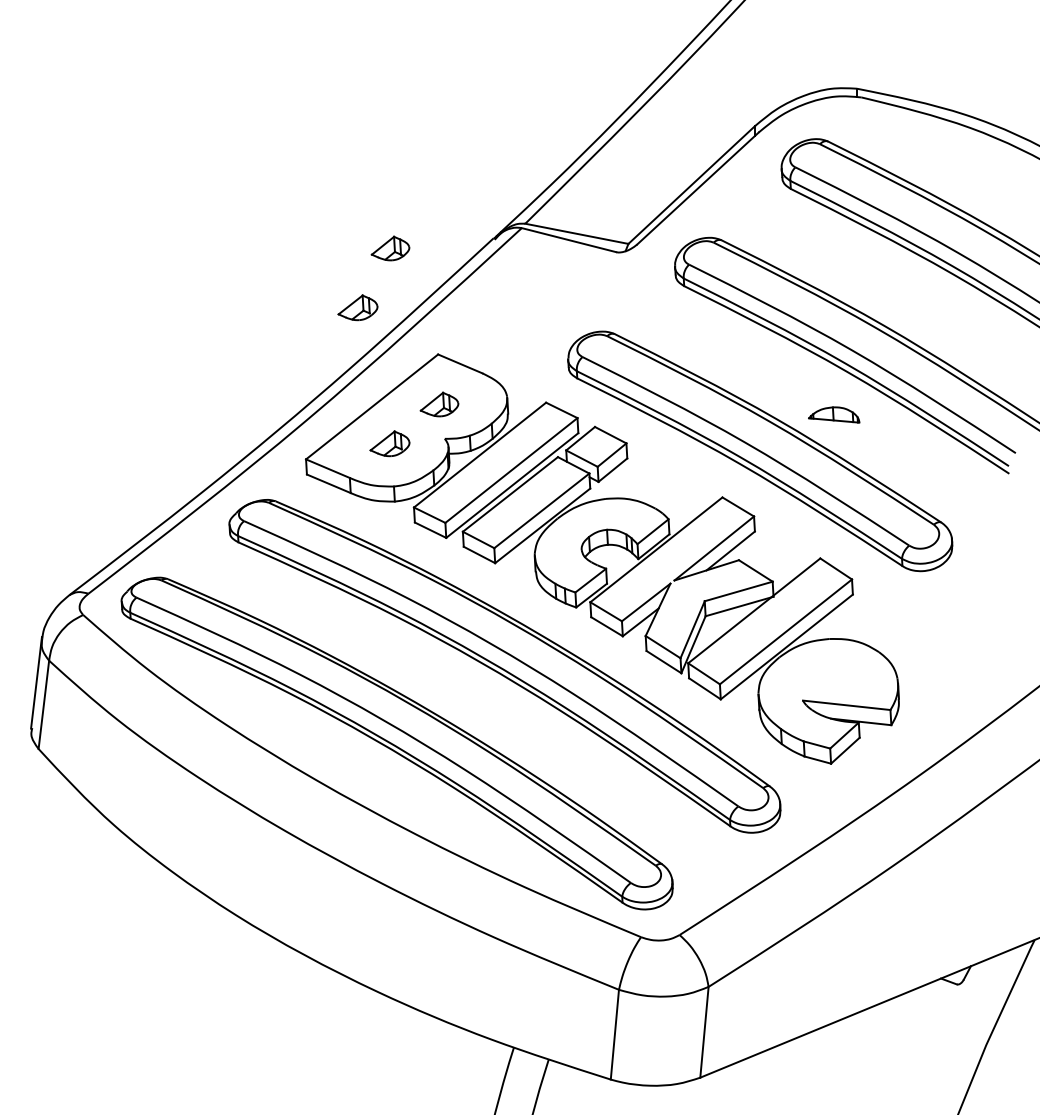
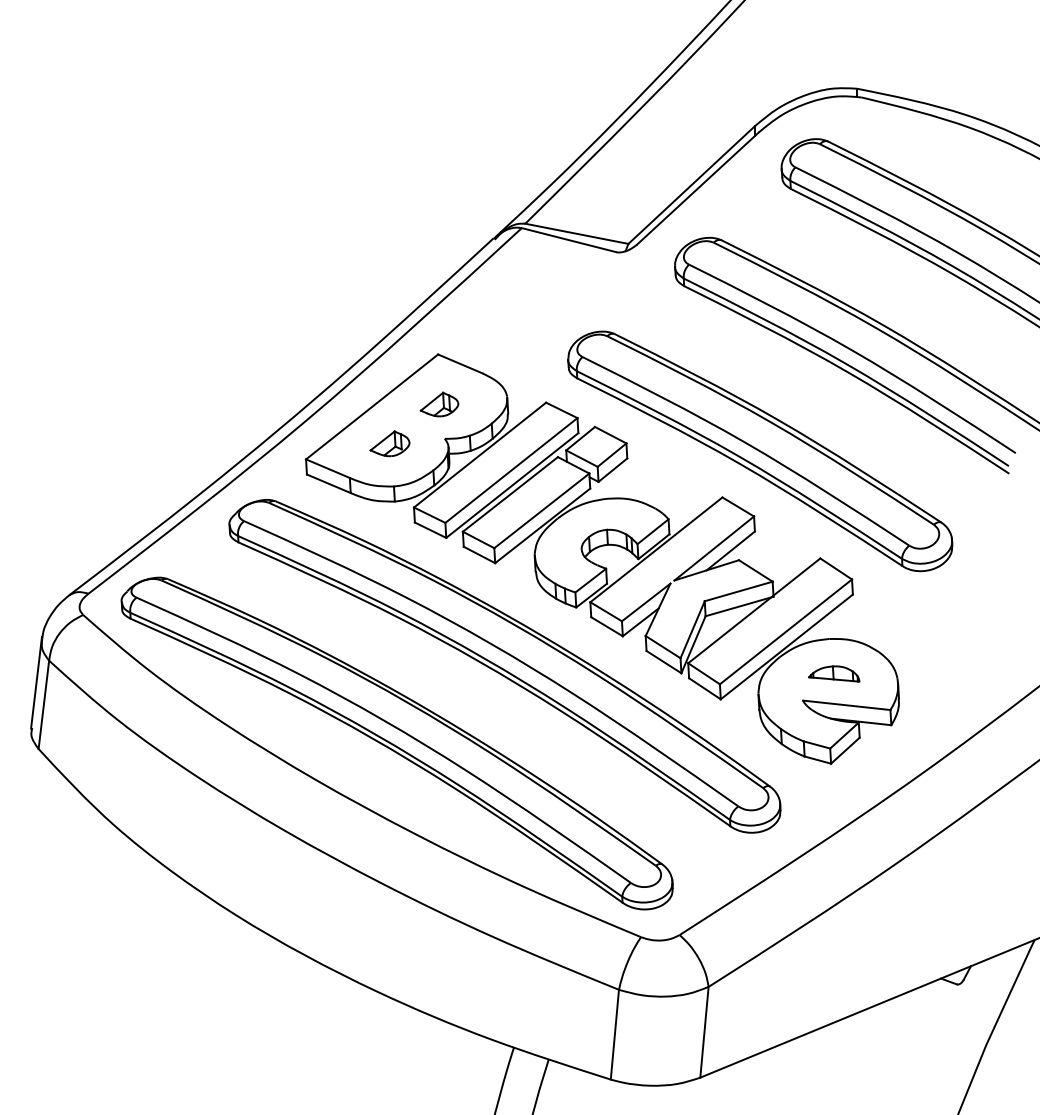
part at (390, 248): present -> none
part at (357, 307): present -> none
part at (834, 414) position: (834, 414) -> (834, 673)
